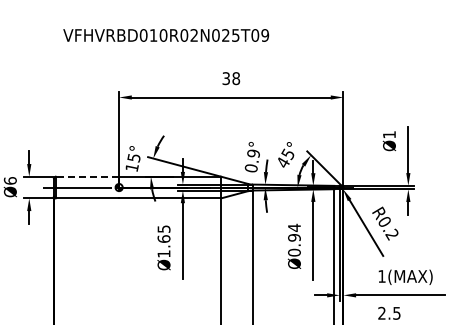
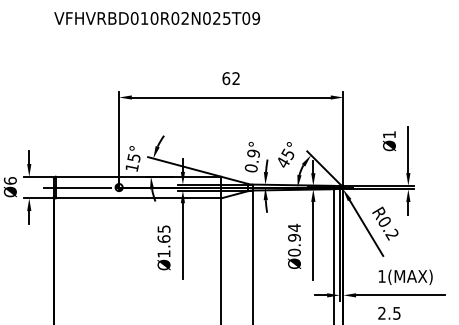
text at (166, 35) position: (166, 35) -> (157, 18)
text at (231, 78): 38 -> 62
line at (87, 176): dashed -> solid
